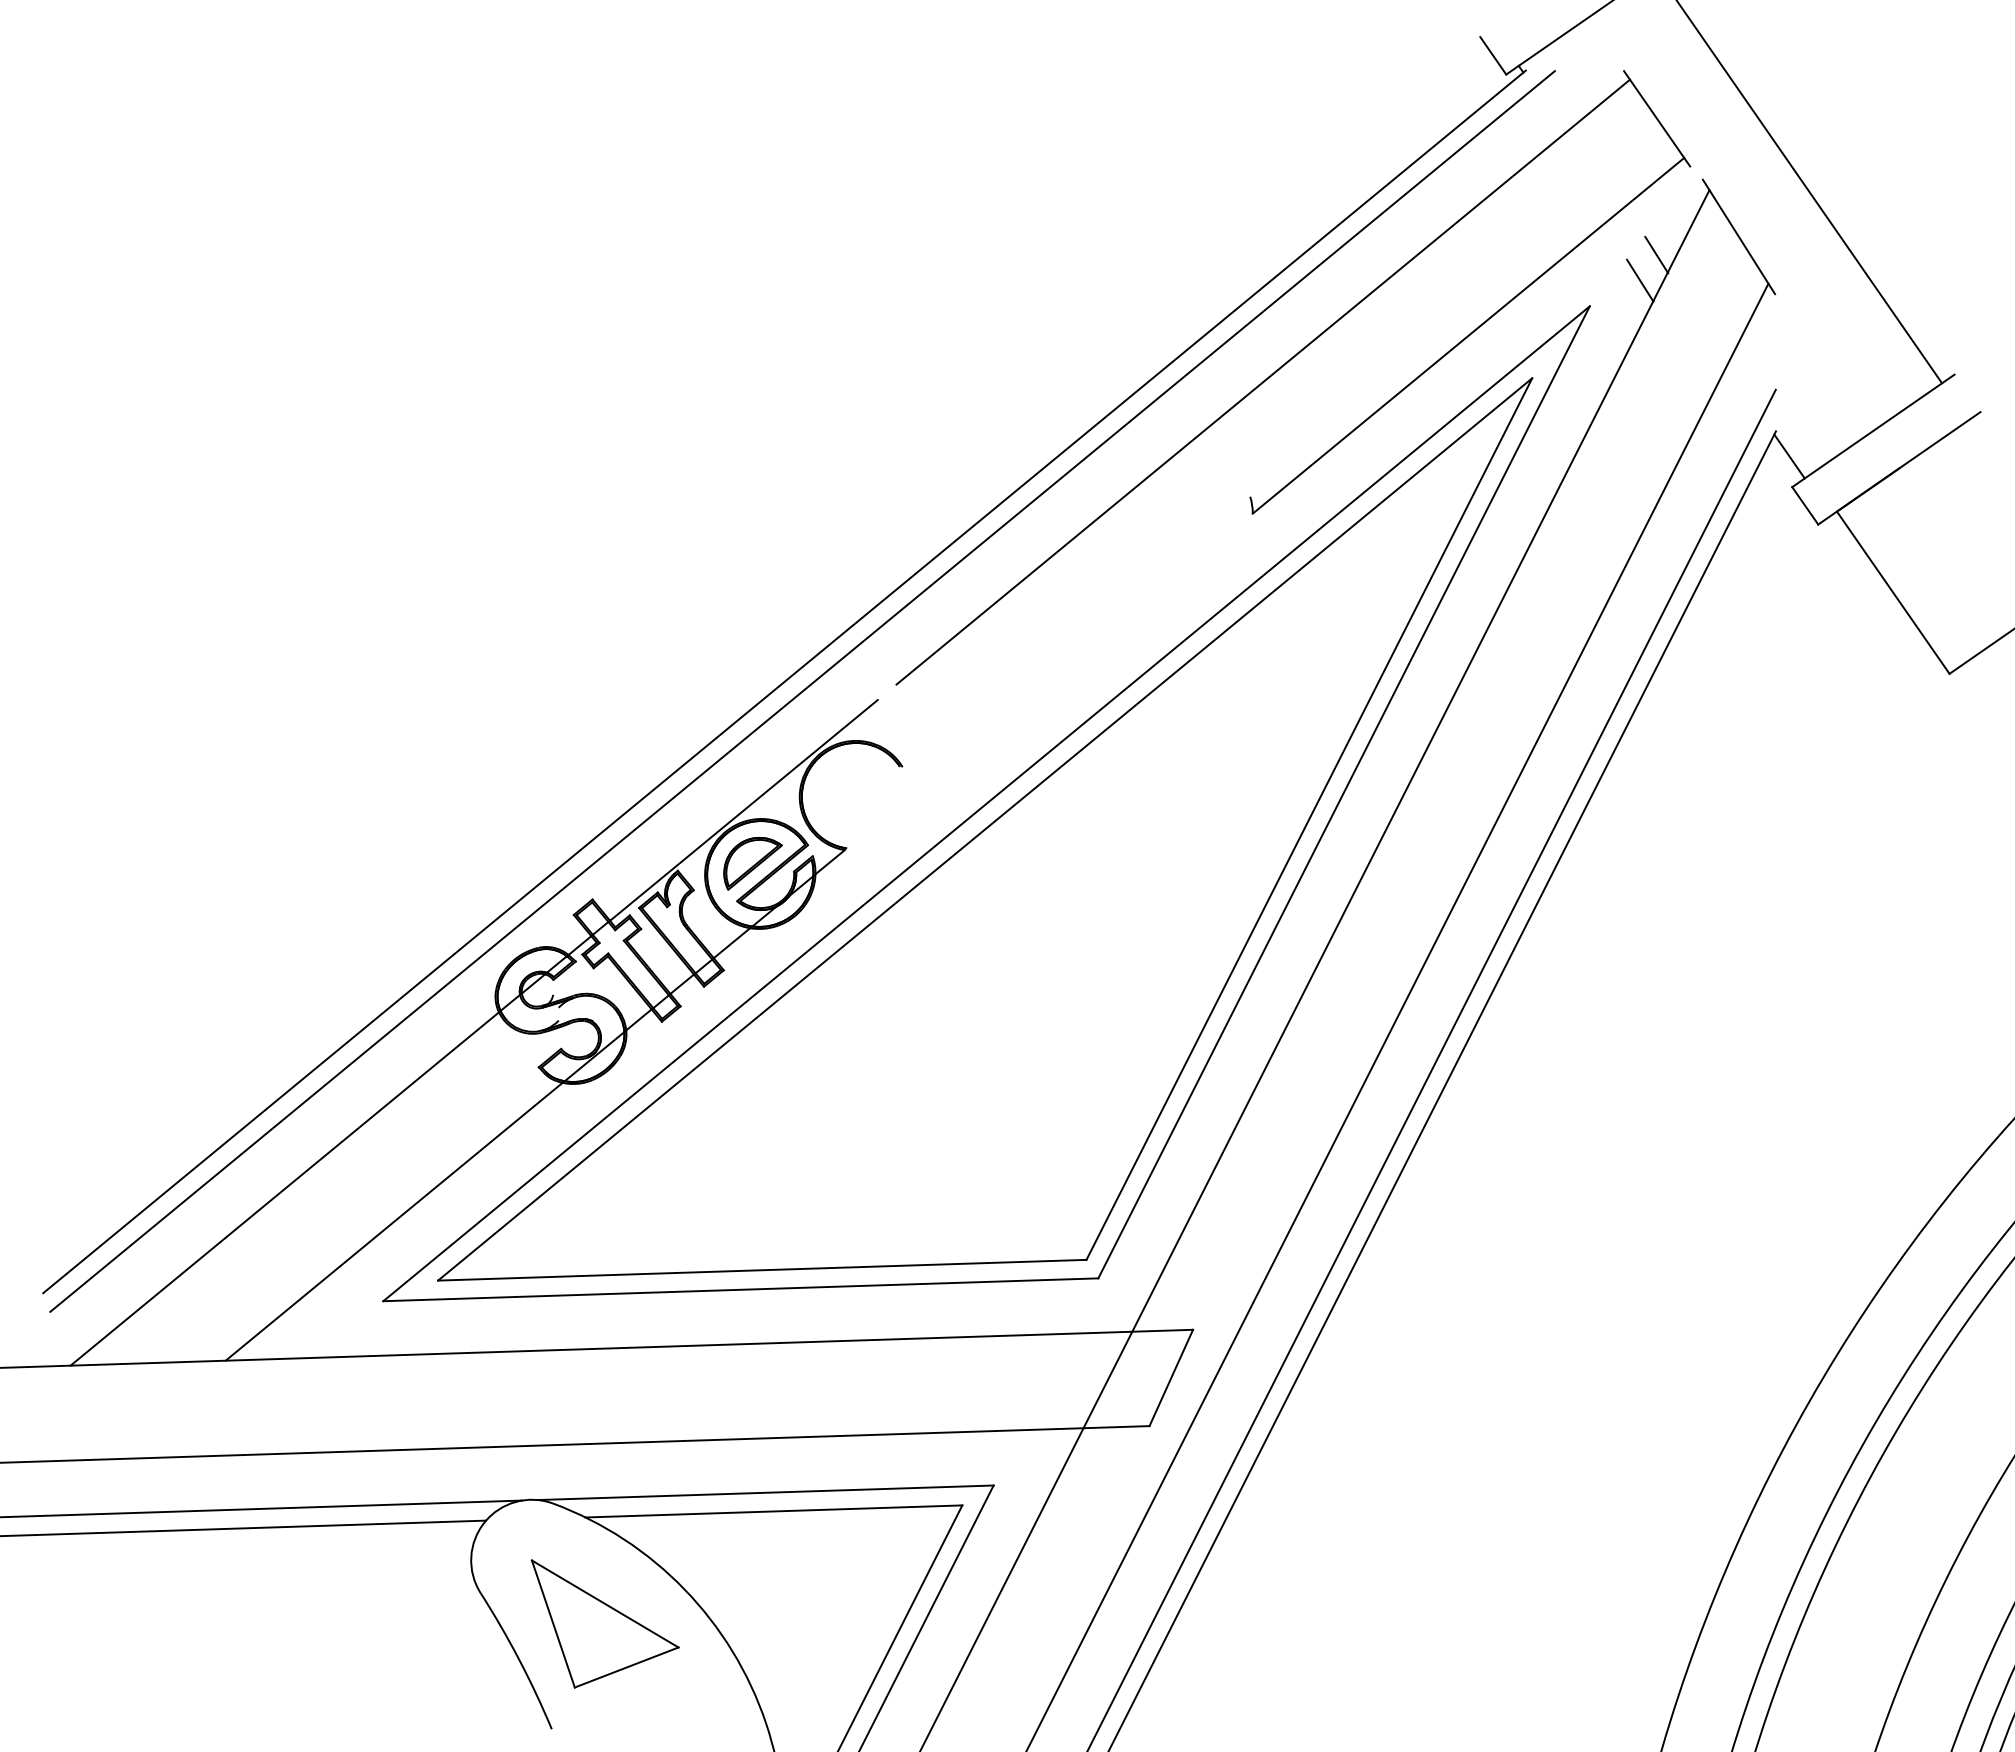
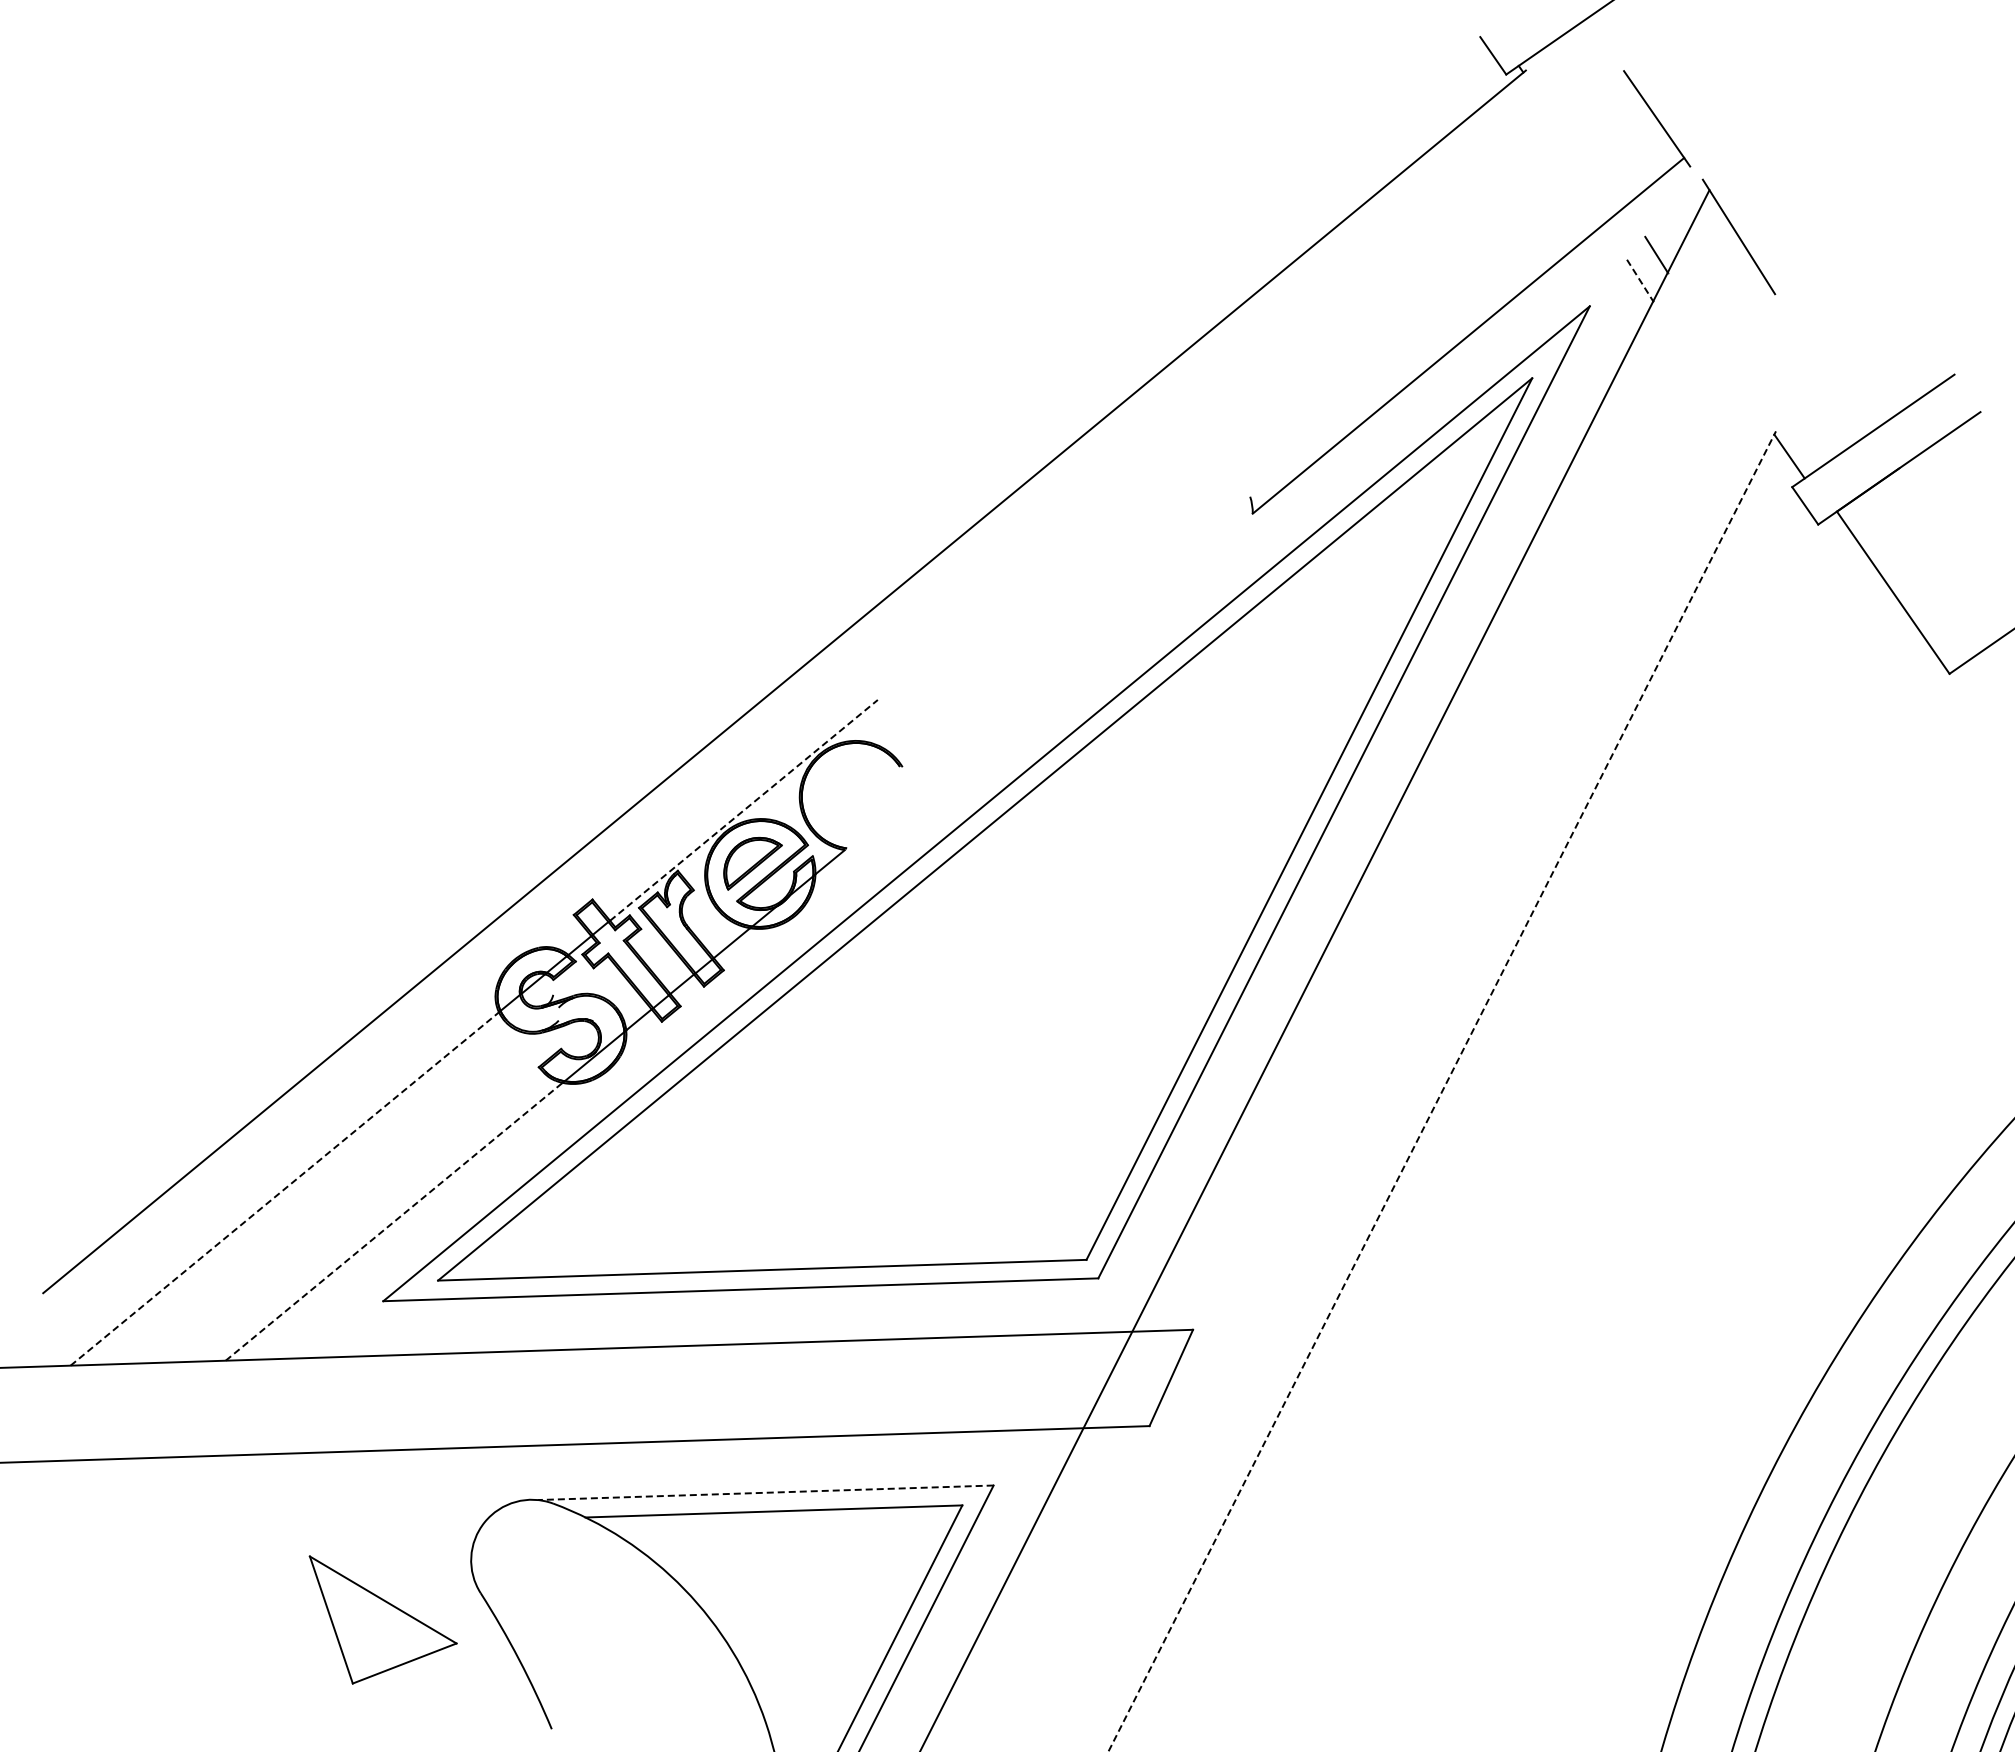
line at (1810, 192): present -> none
line at (1640, 280): solid -> dashed
line at (1262, 381): present -> none
line at (802, 691): present -> none
line at (743, 810): solid -> dashed
line at (1397, 1015): present -> none
line at (1431, 1068): present -> none
line at (1442, 1091): solid -> dashed
line at (284, 1189): solid -> dashed
line at (394, 1221): solid -> dashed
line at (765, 1492): solid -> dashed
line at (261, 1508): present -> none
line at (244, 1528): present -> none
part at (604, 1623) position: (604, 1623) -> (382, 1619)
